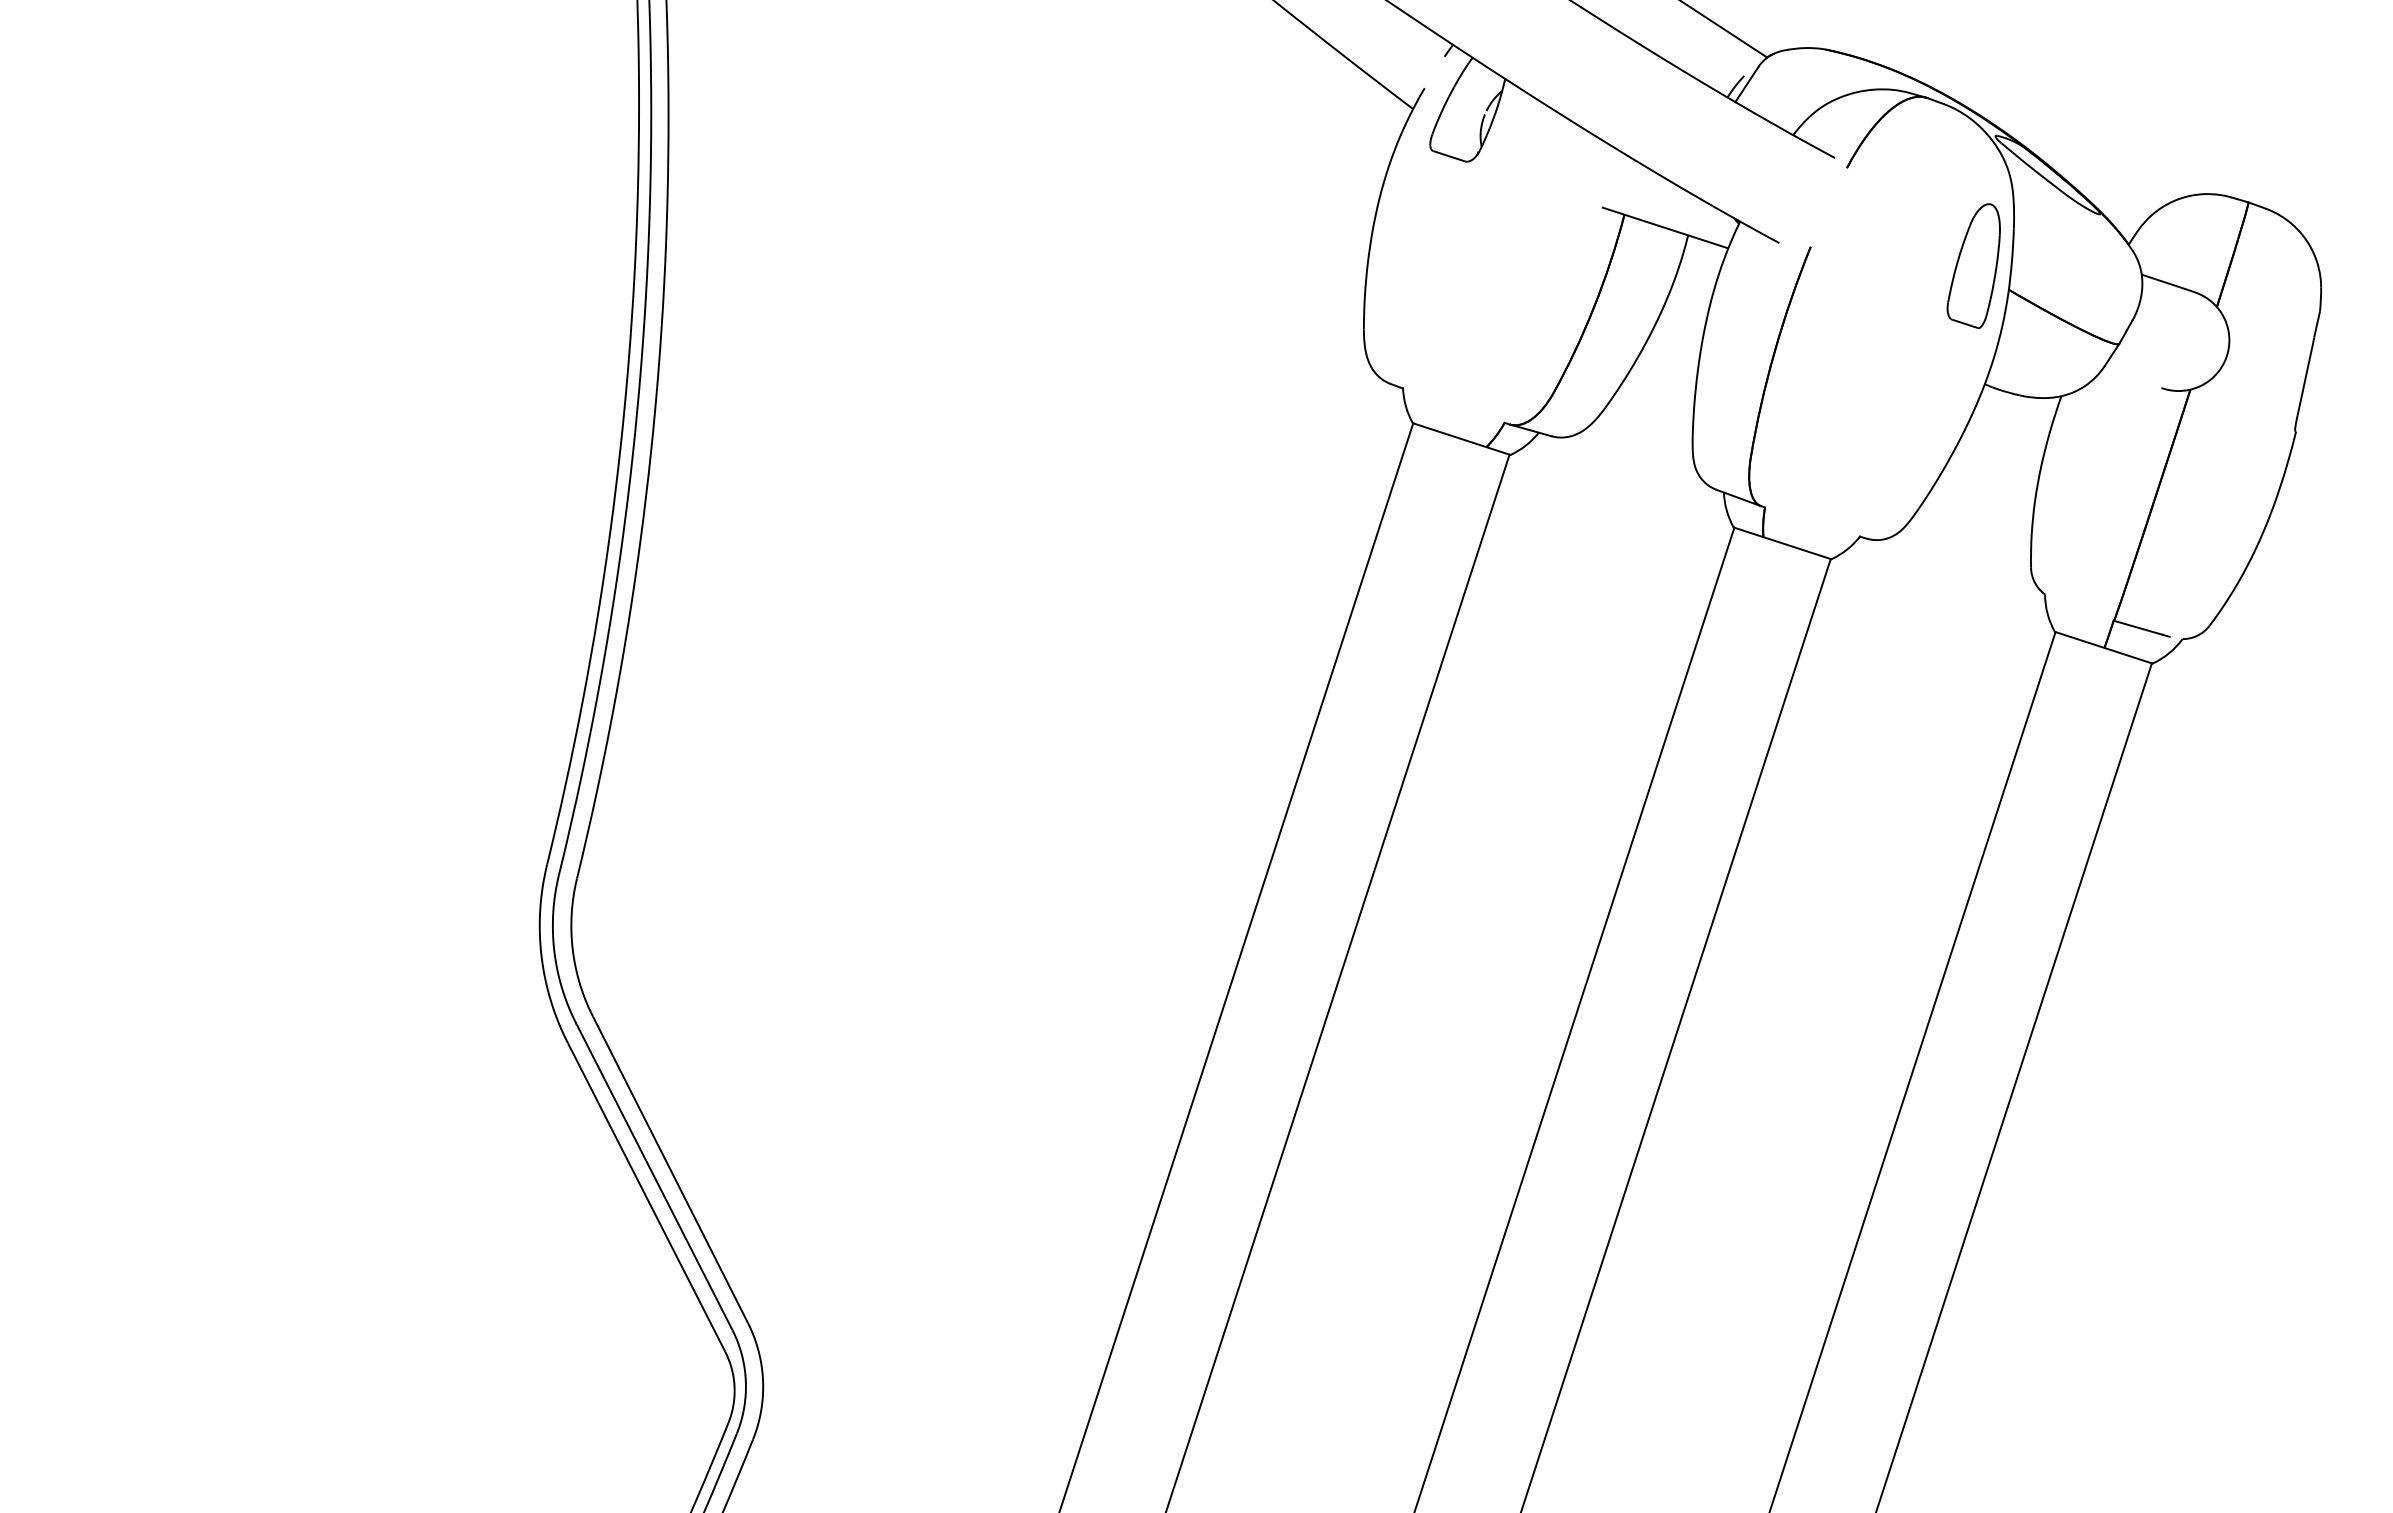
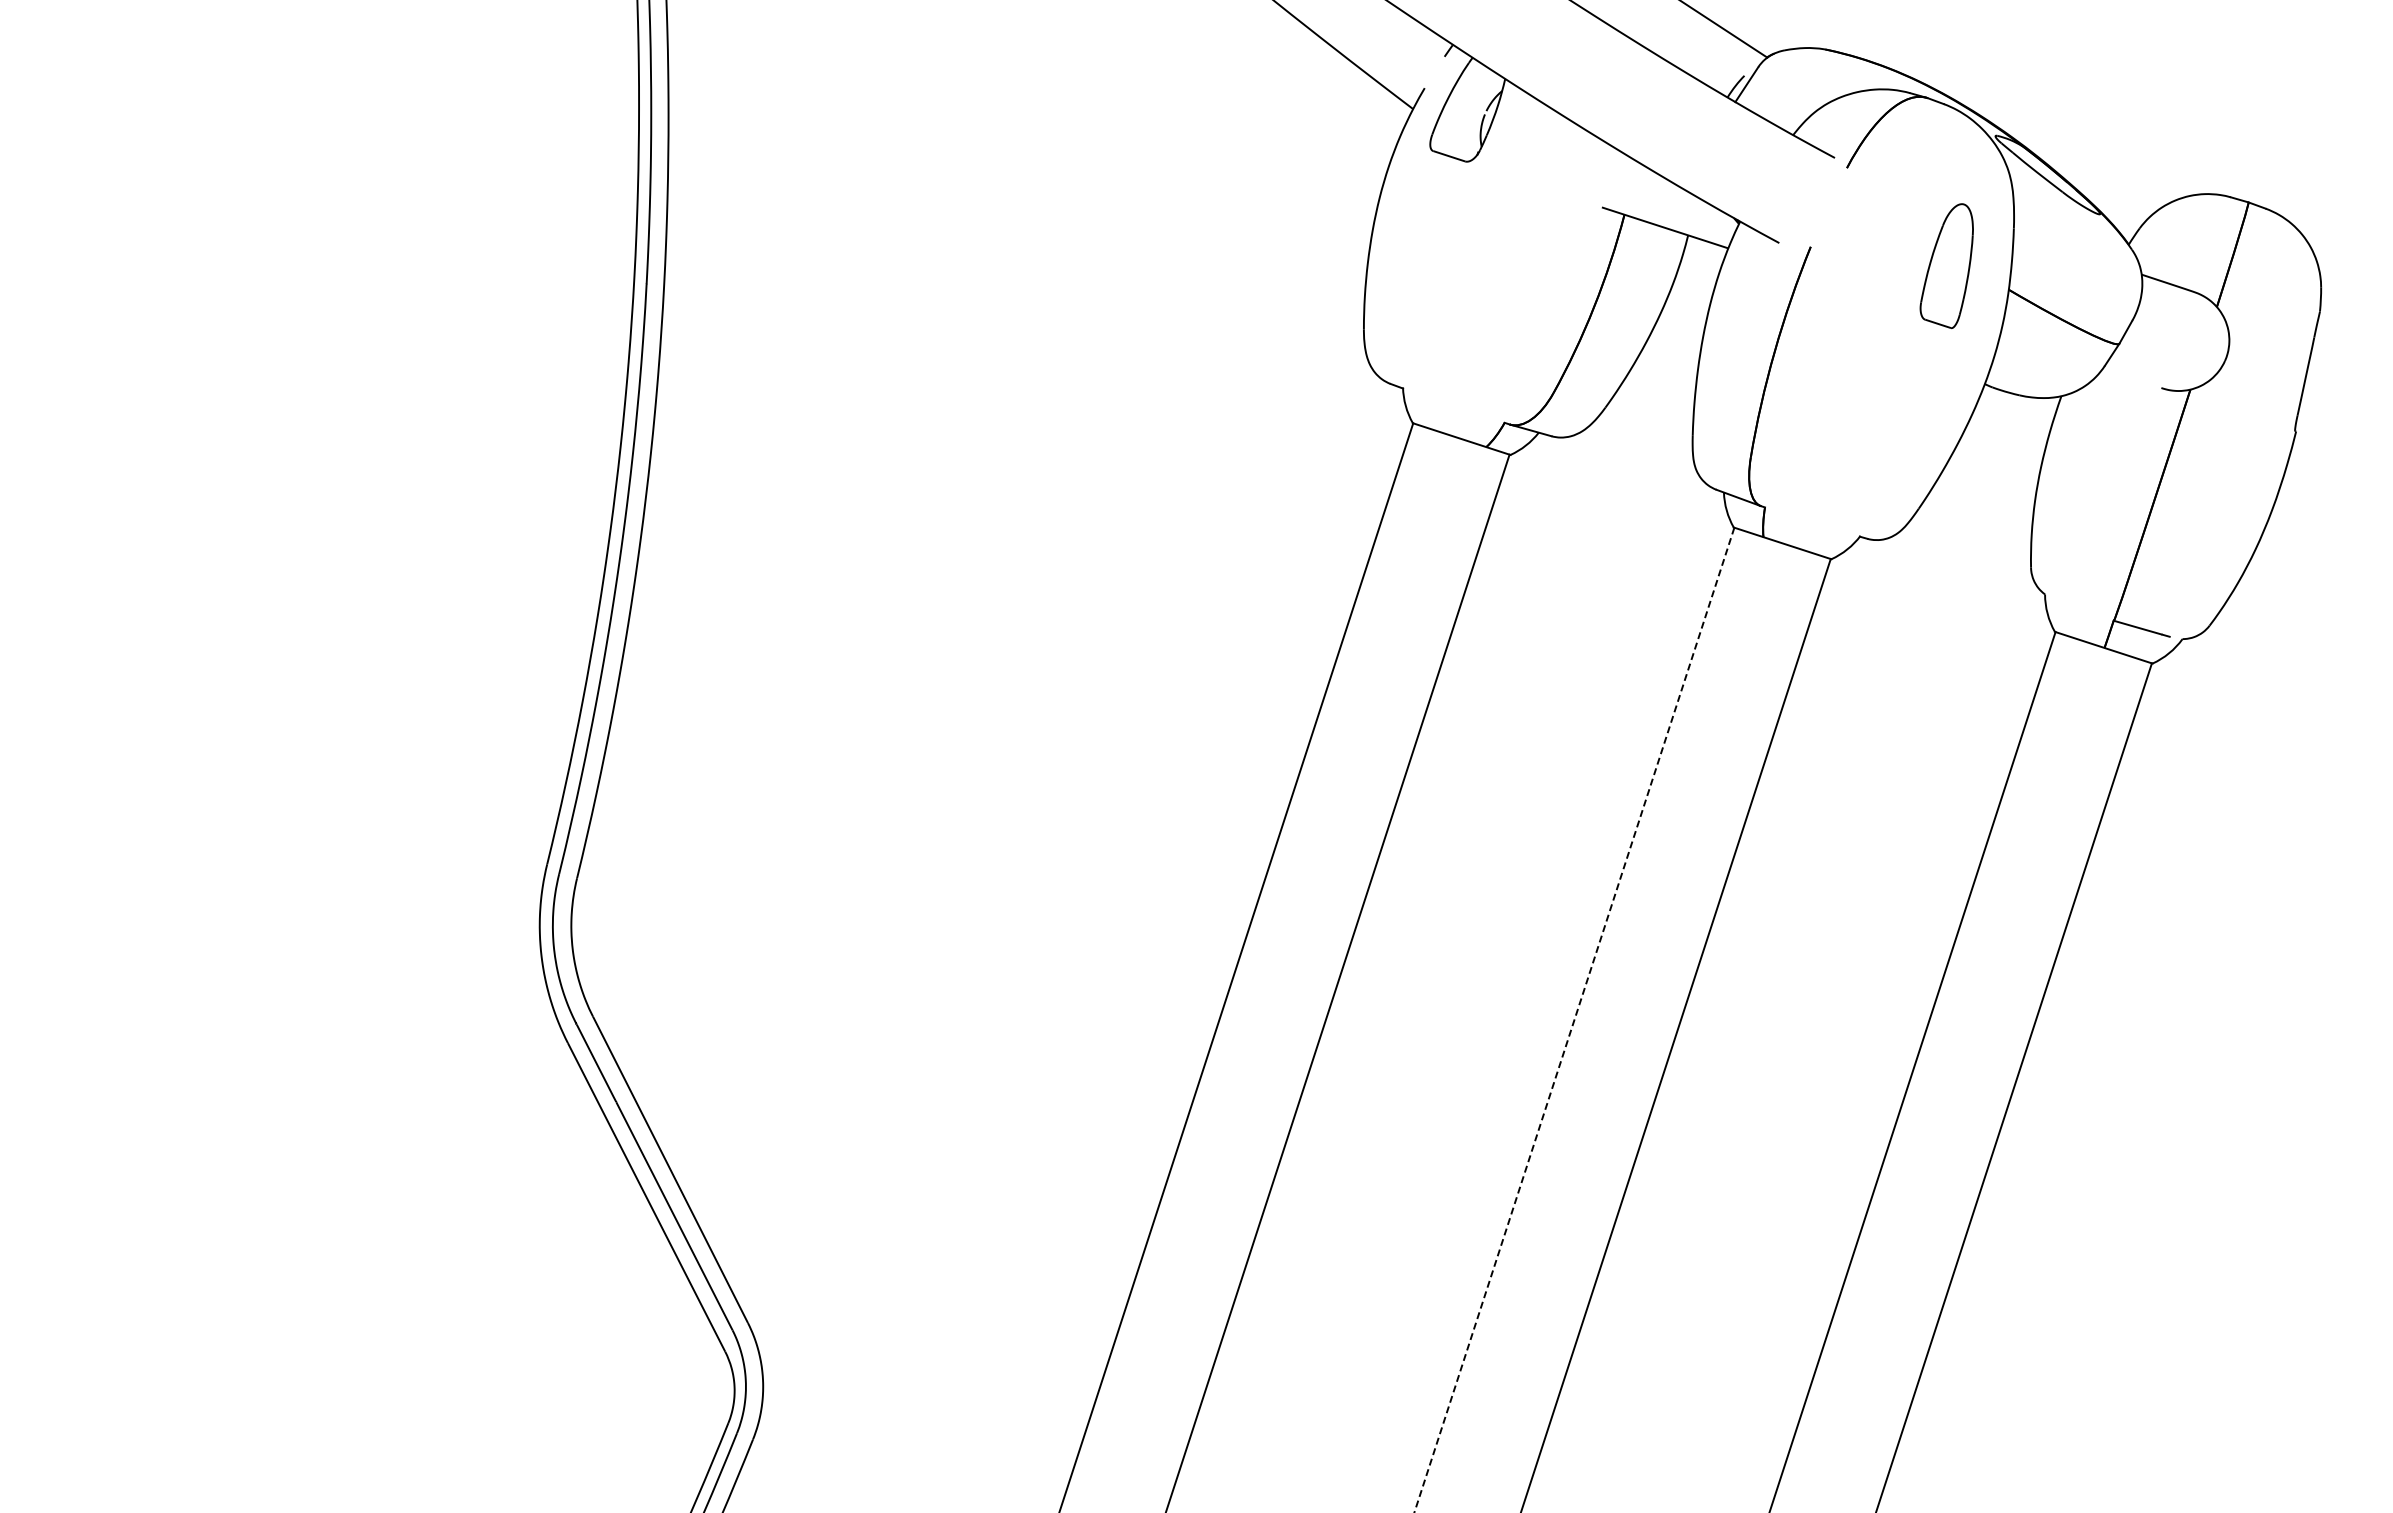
part at (1973, 265) position: (1973, 265) -> (1946, 265)
line at (1574, 1020): solid -> dashed
